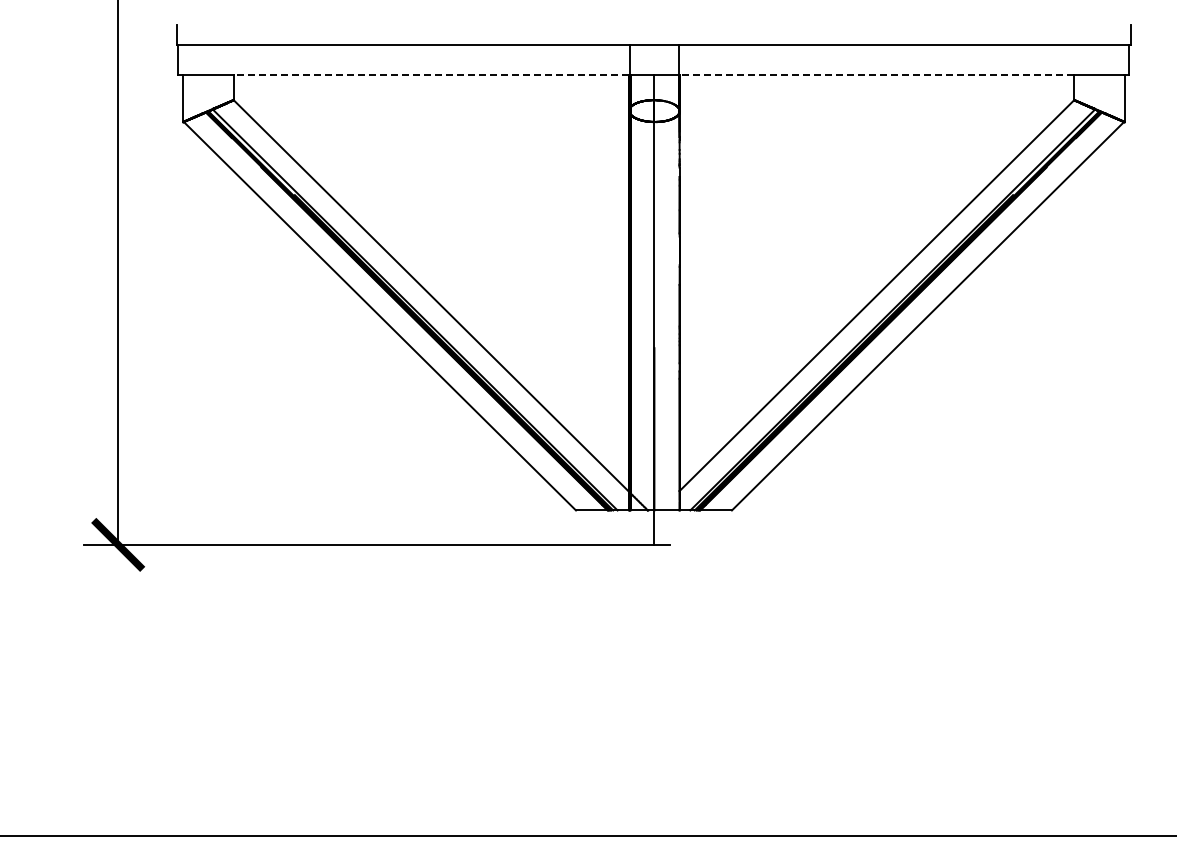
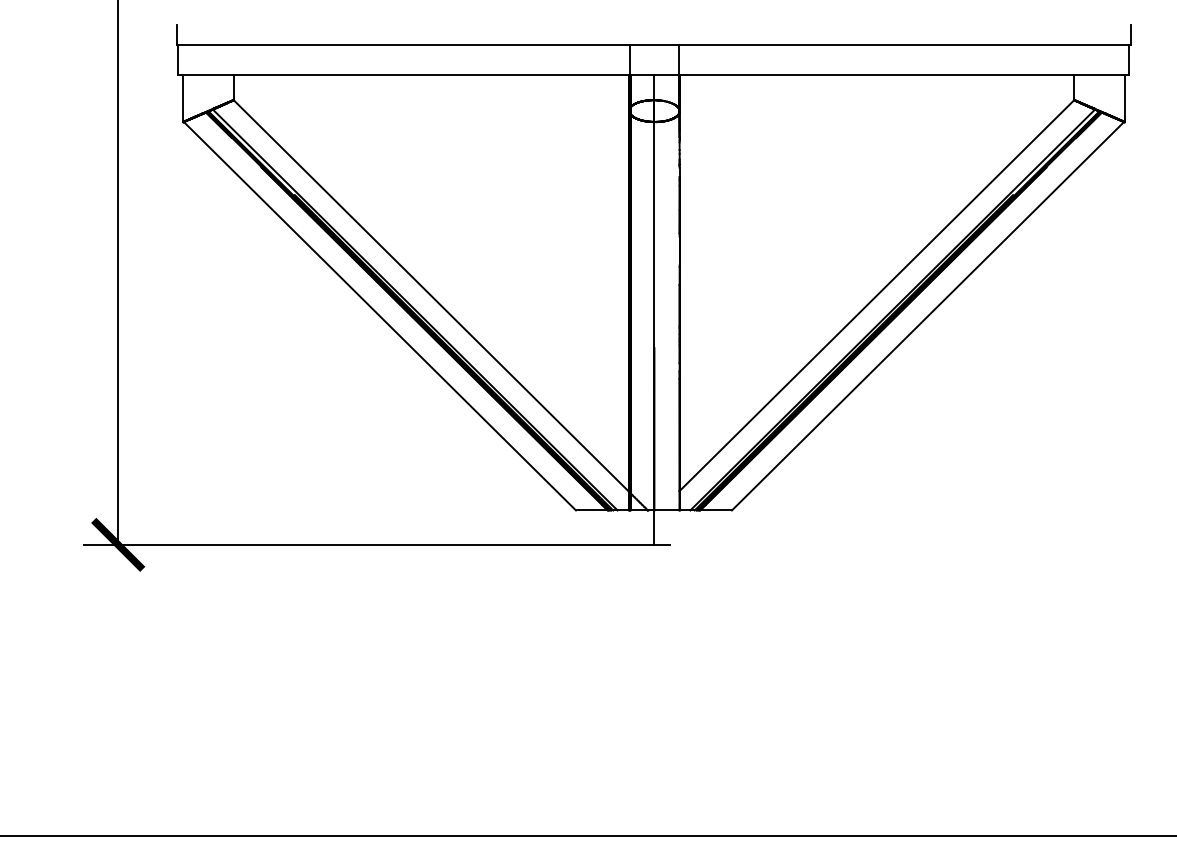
line at (431, 75): dashed -> solid
line at (876, 75): dashed -> solid
